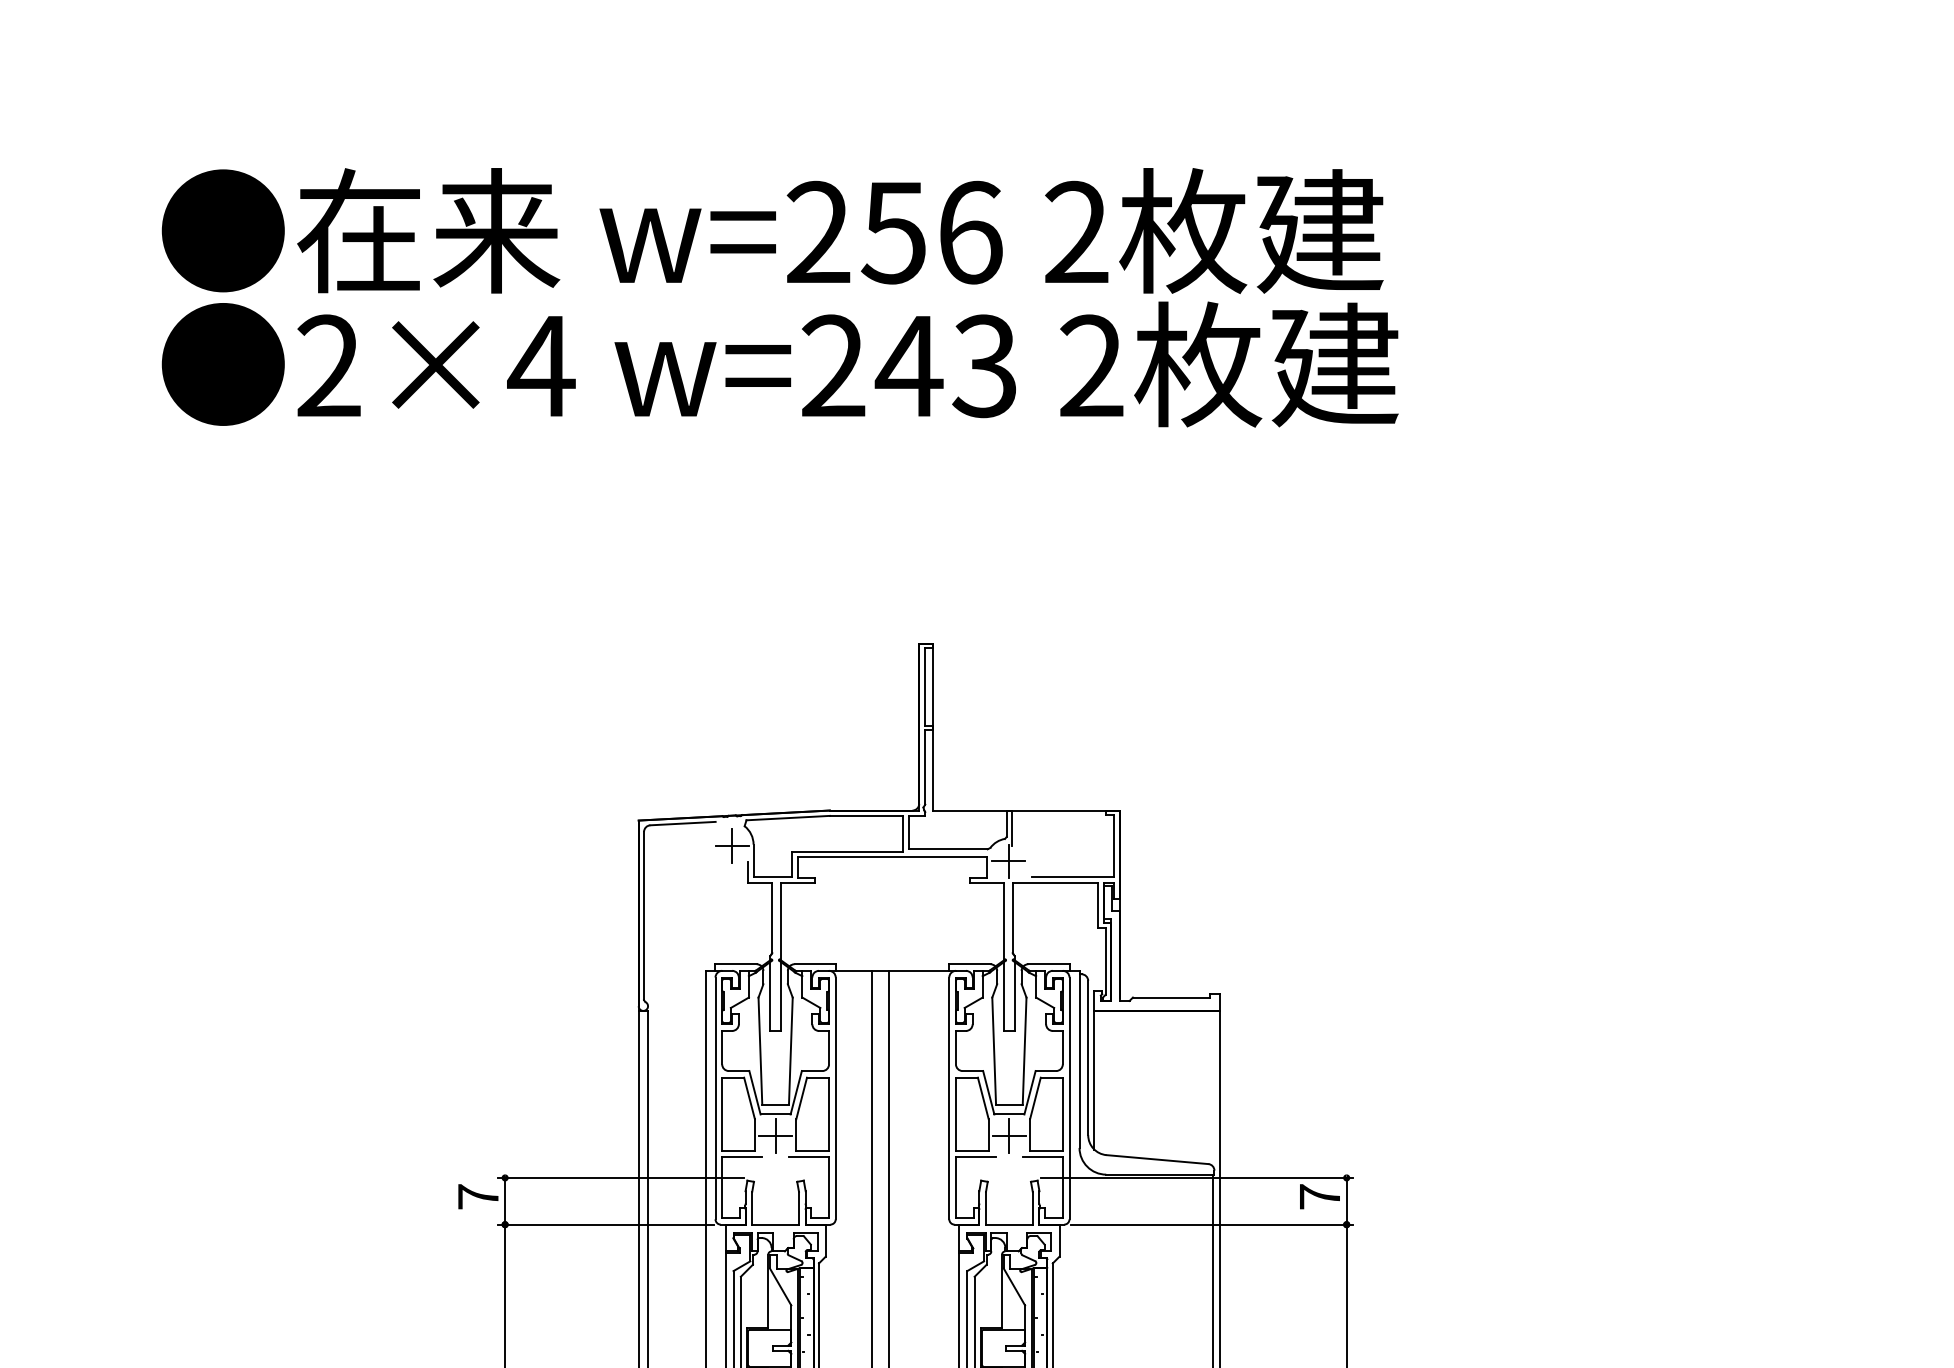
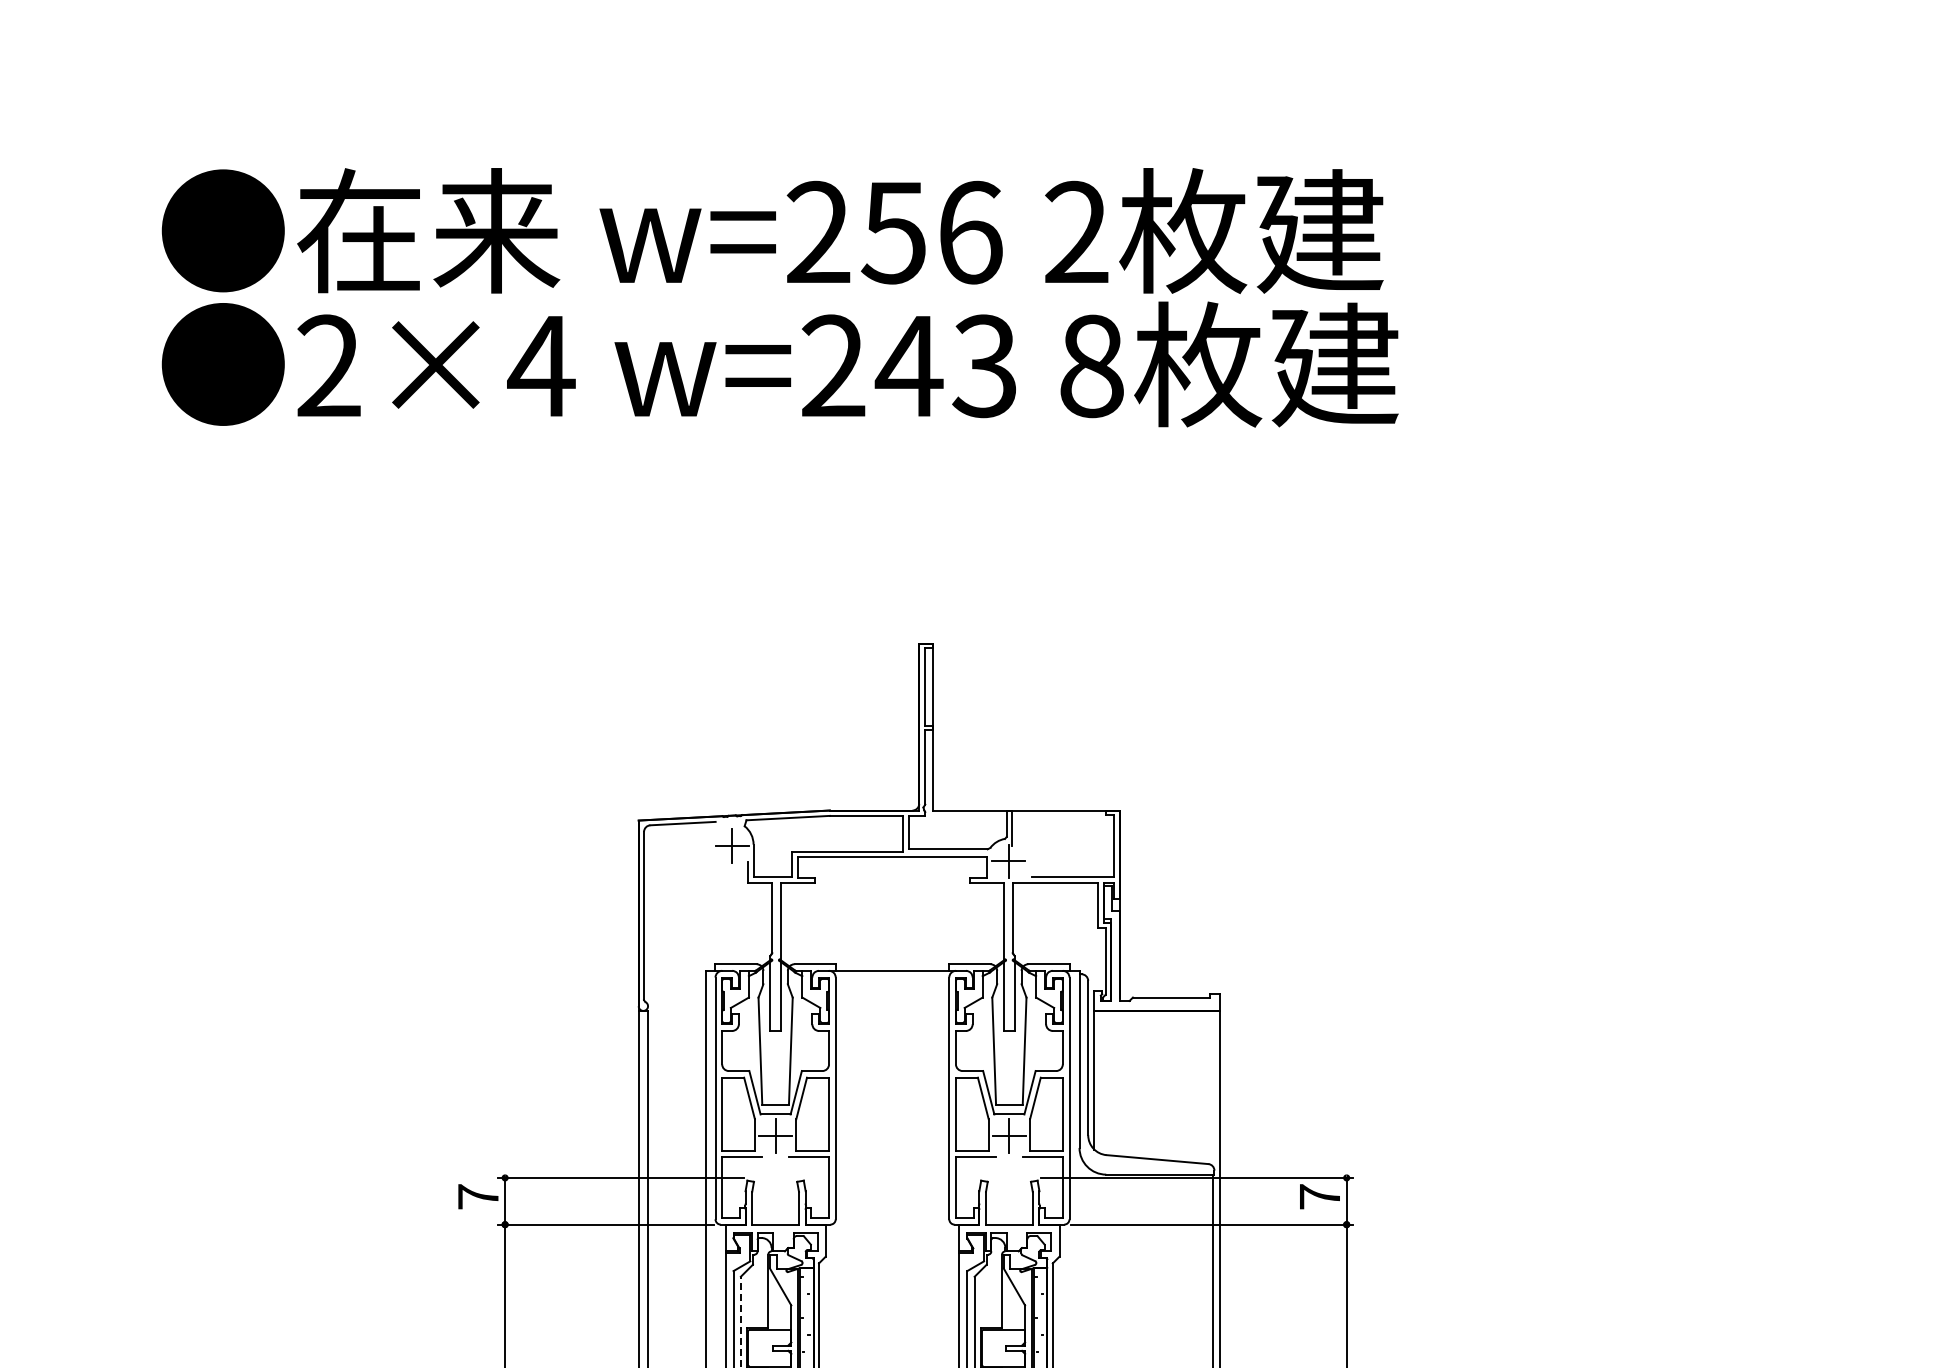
text at (1091, 366): 2 -> 8
line at (872, 1167): present -> none
line at (889, 1167): present -> none
line at (740, 1321): solid -> dashed
